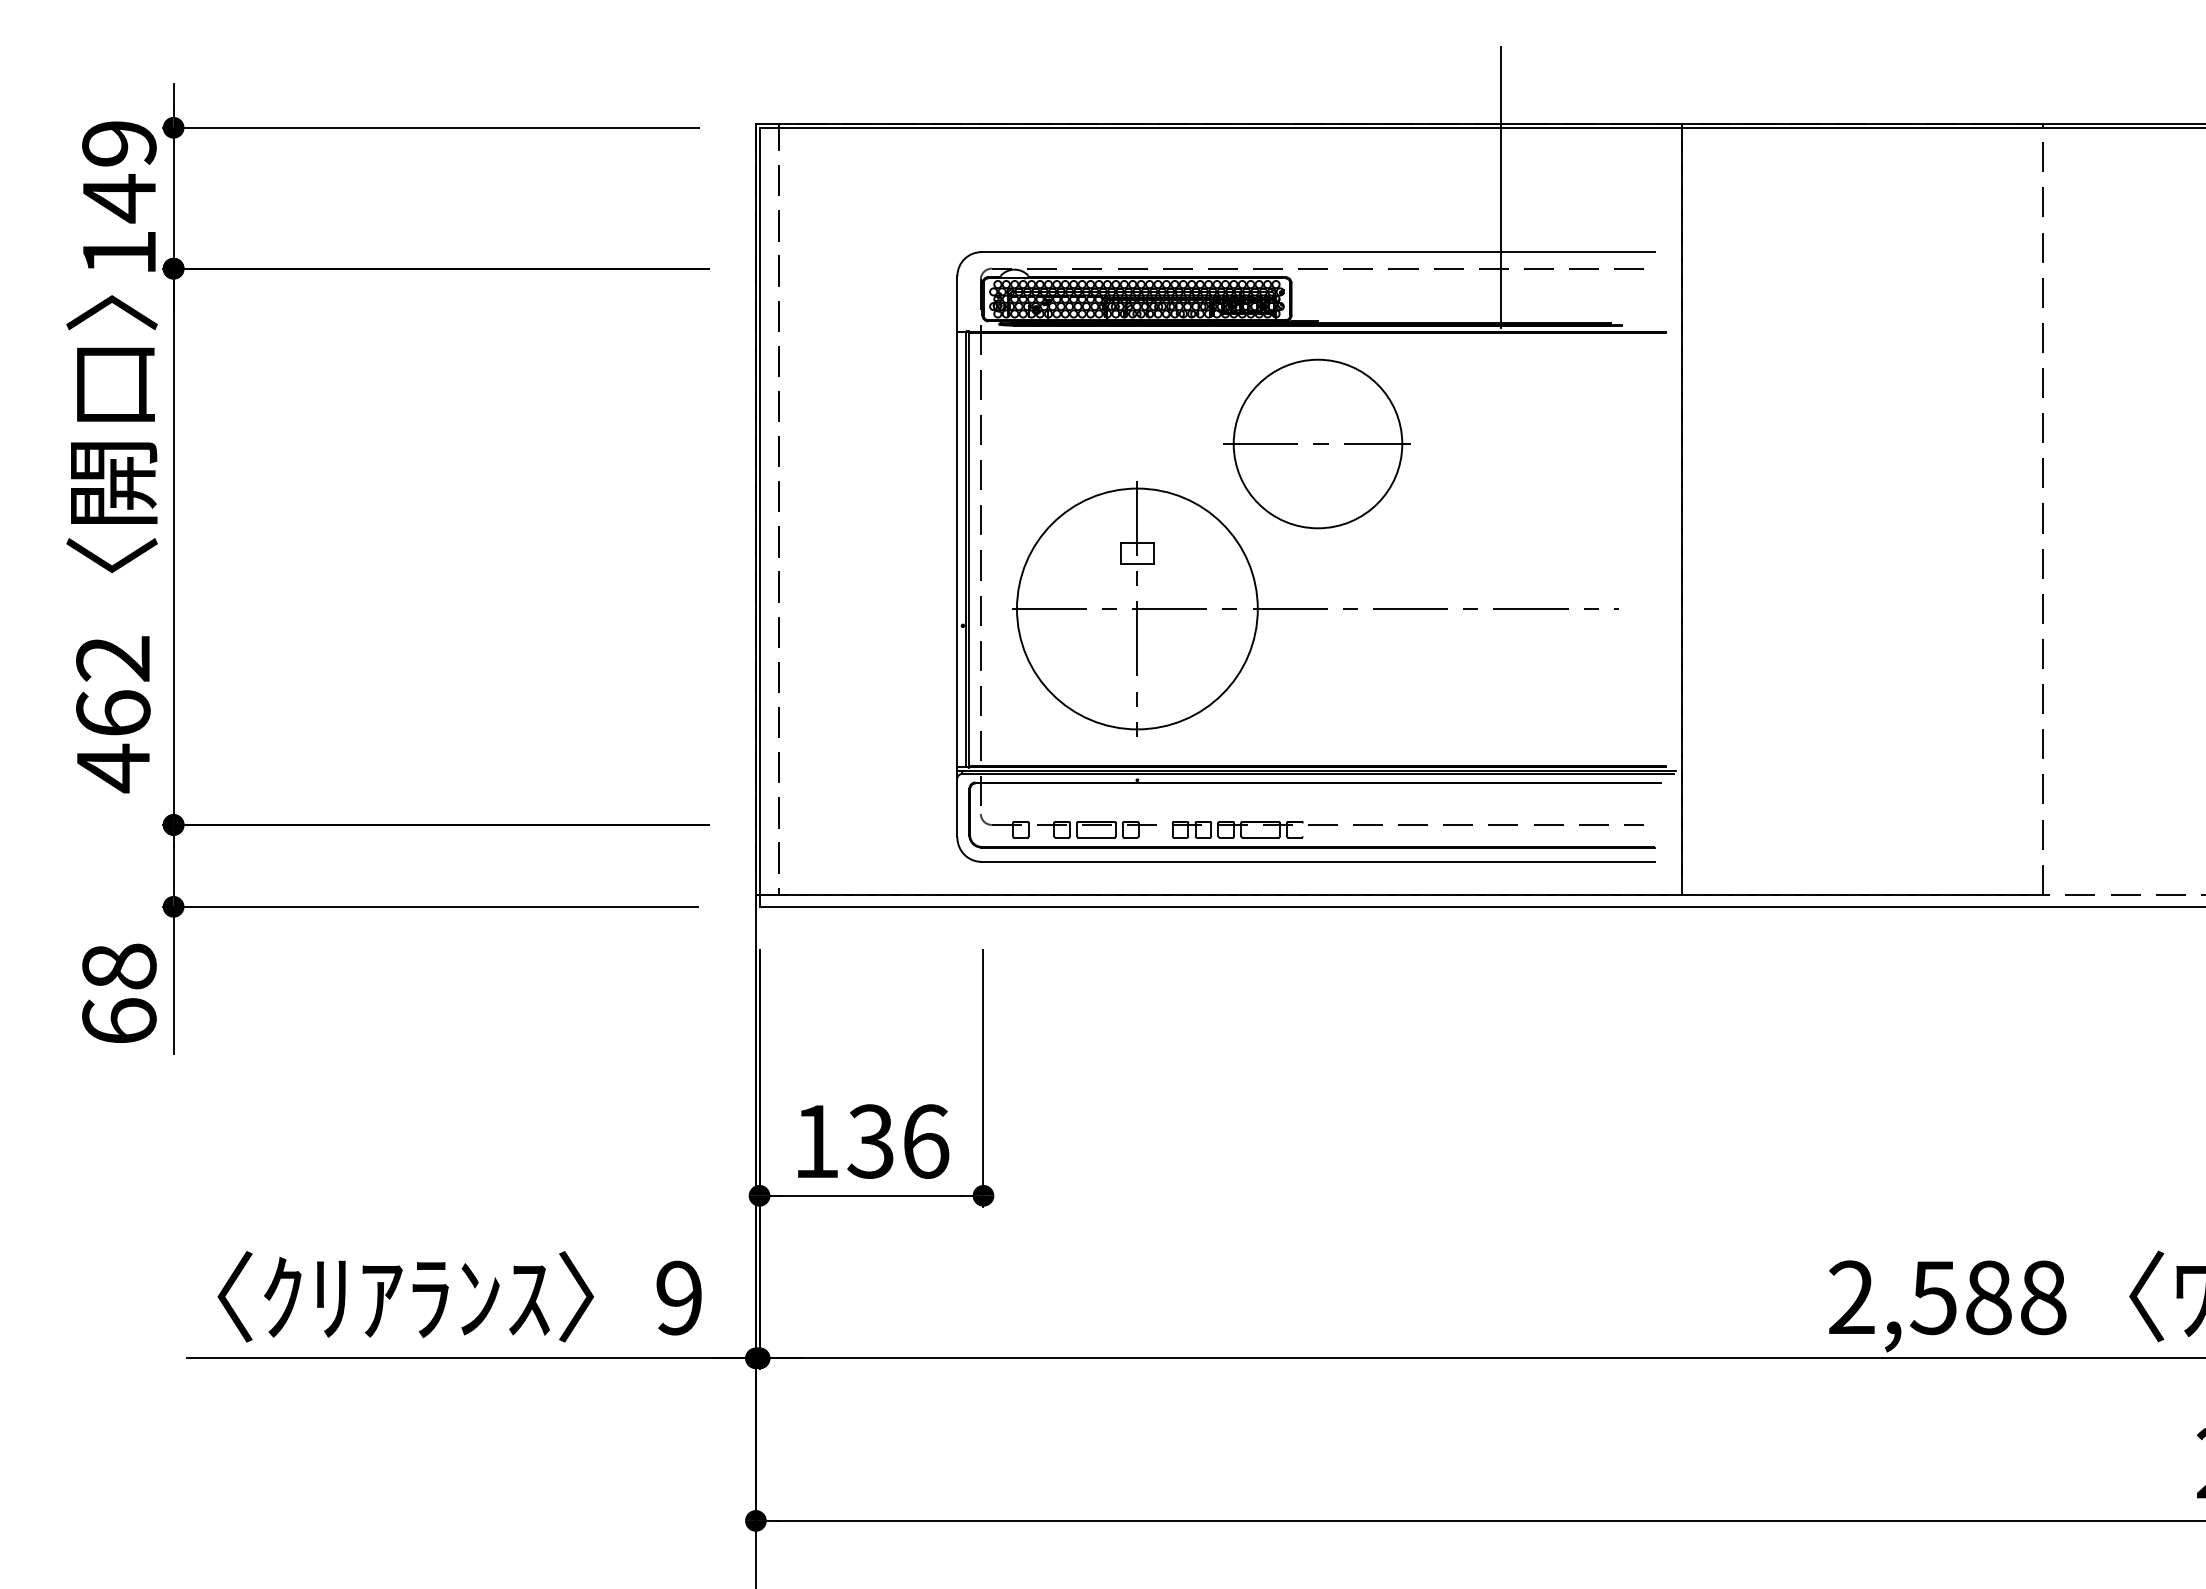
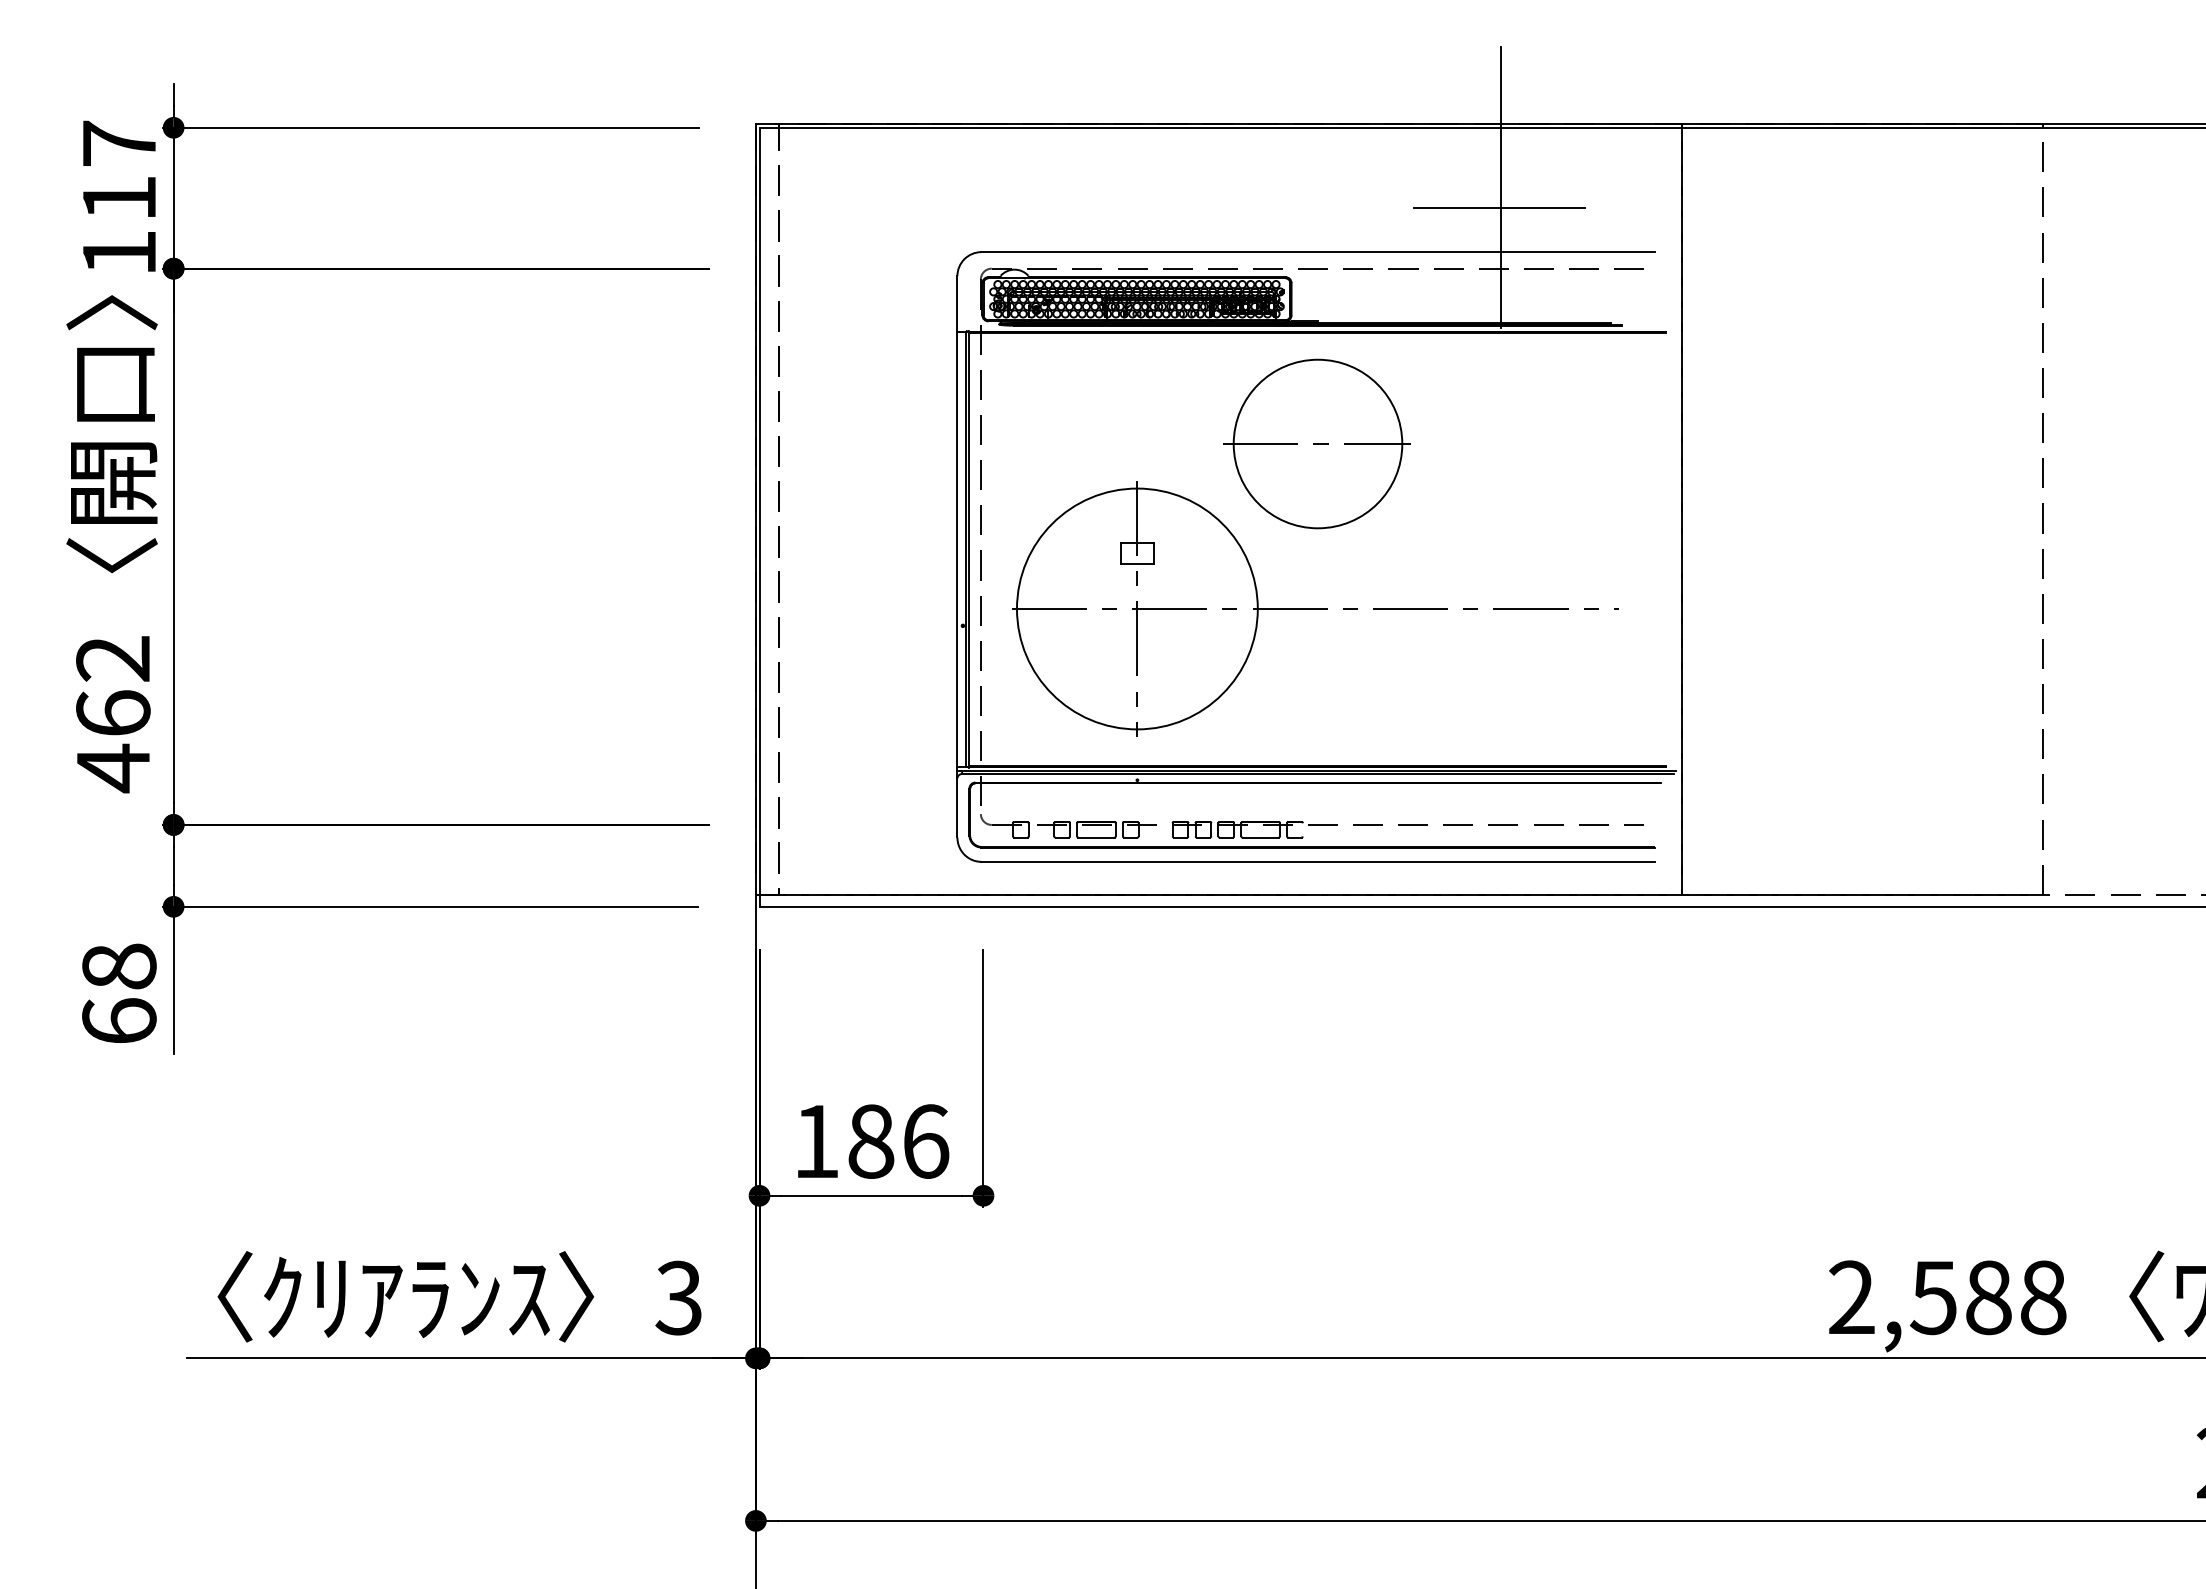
text at (119, 171): 149 -> 117
line at (1499, 208): none -> present
text at (870, 1141): 136 -> 186
text at (678, 1297): 9 -> 3
